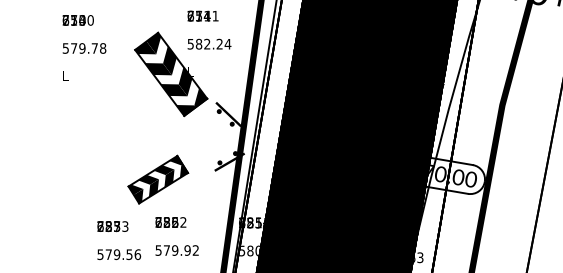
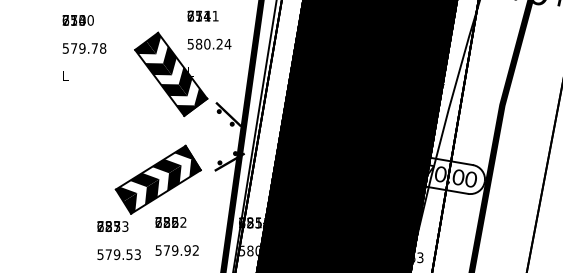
text at (207, 43): 582.24 -> 580.24
part at (158, 179) size: 63x51 px -> 88x71 px
text at (137, 254): 579.56 -> 579.53
